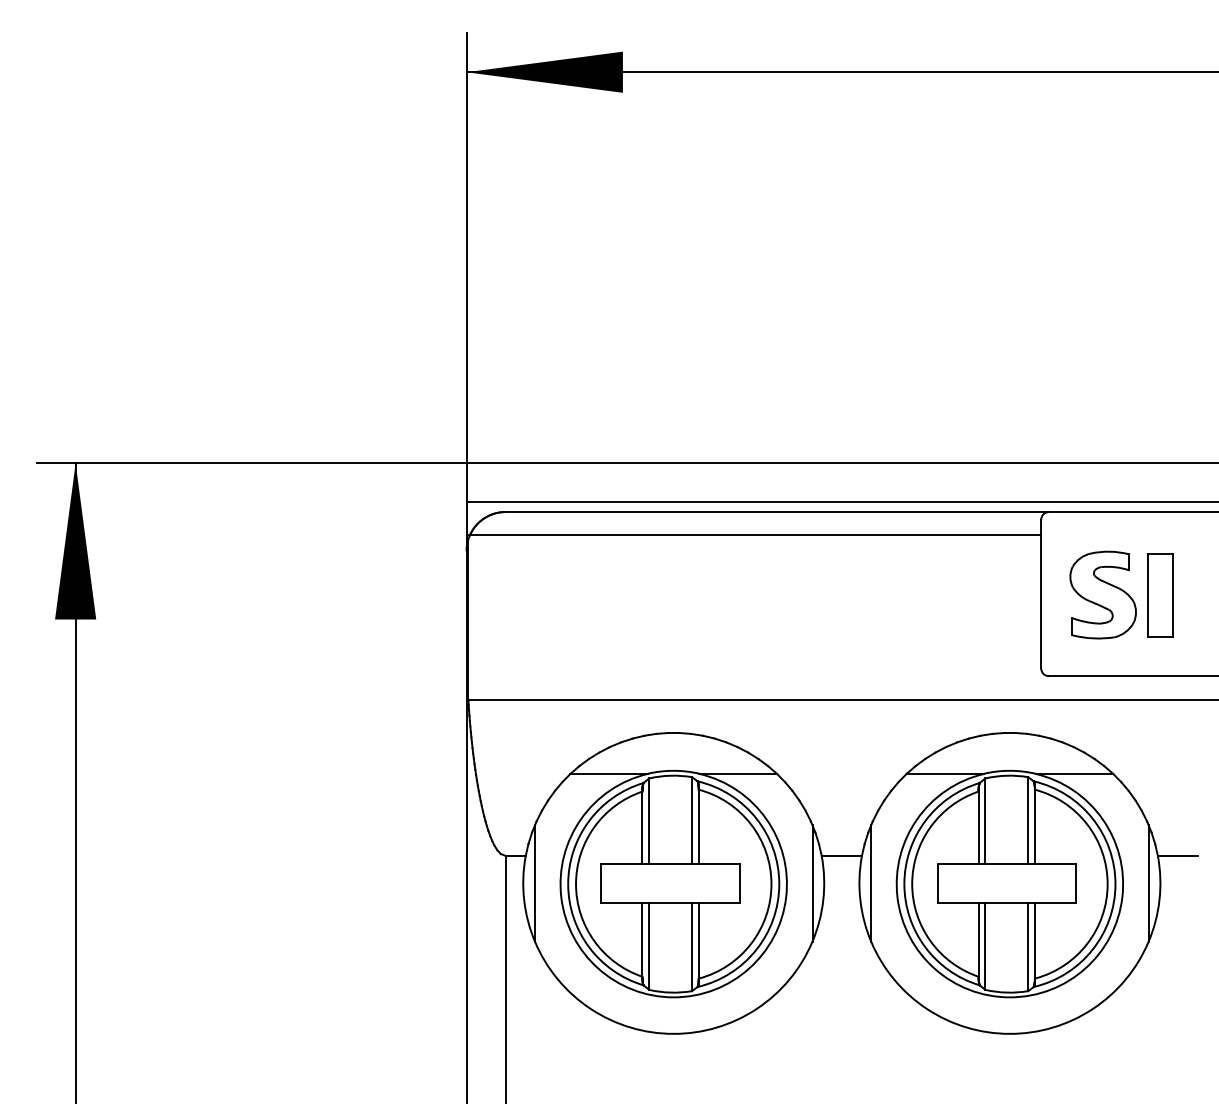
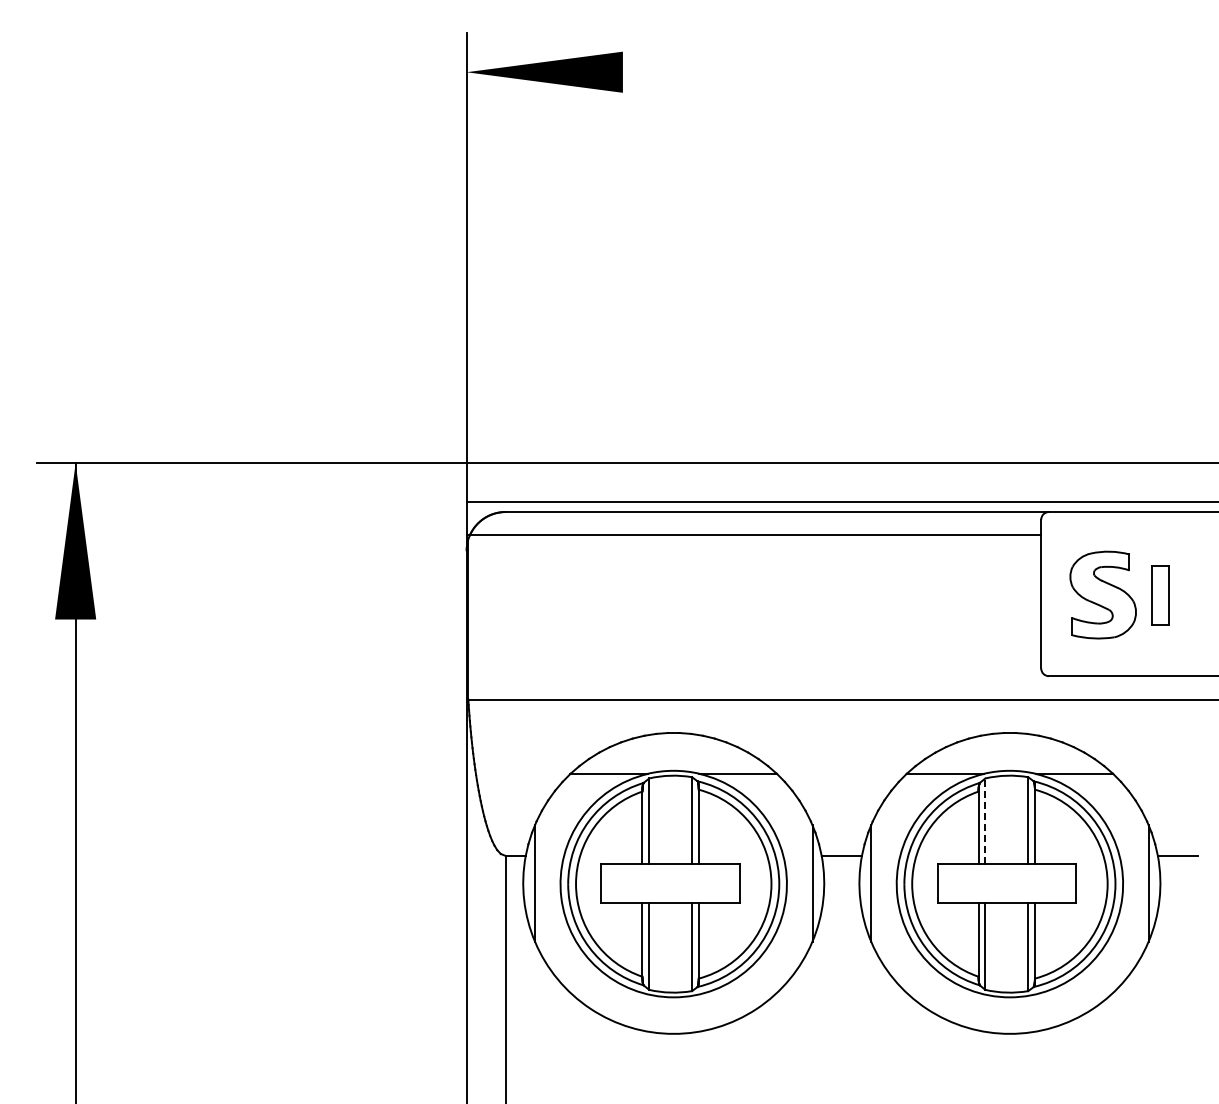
line at (840, 72): present -> none
part at (1160, 595) size: 27x85 px -> 19x61 px
line at (985, 821): solid -> dashed
